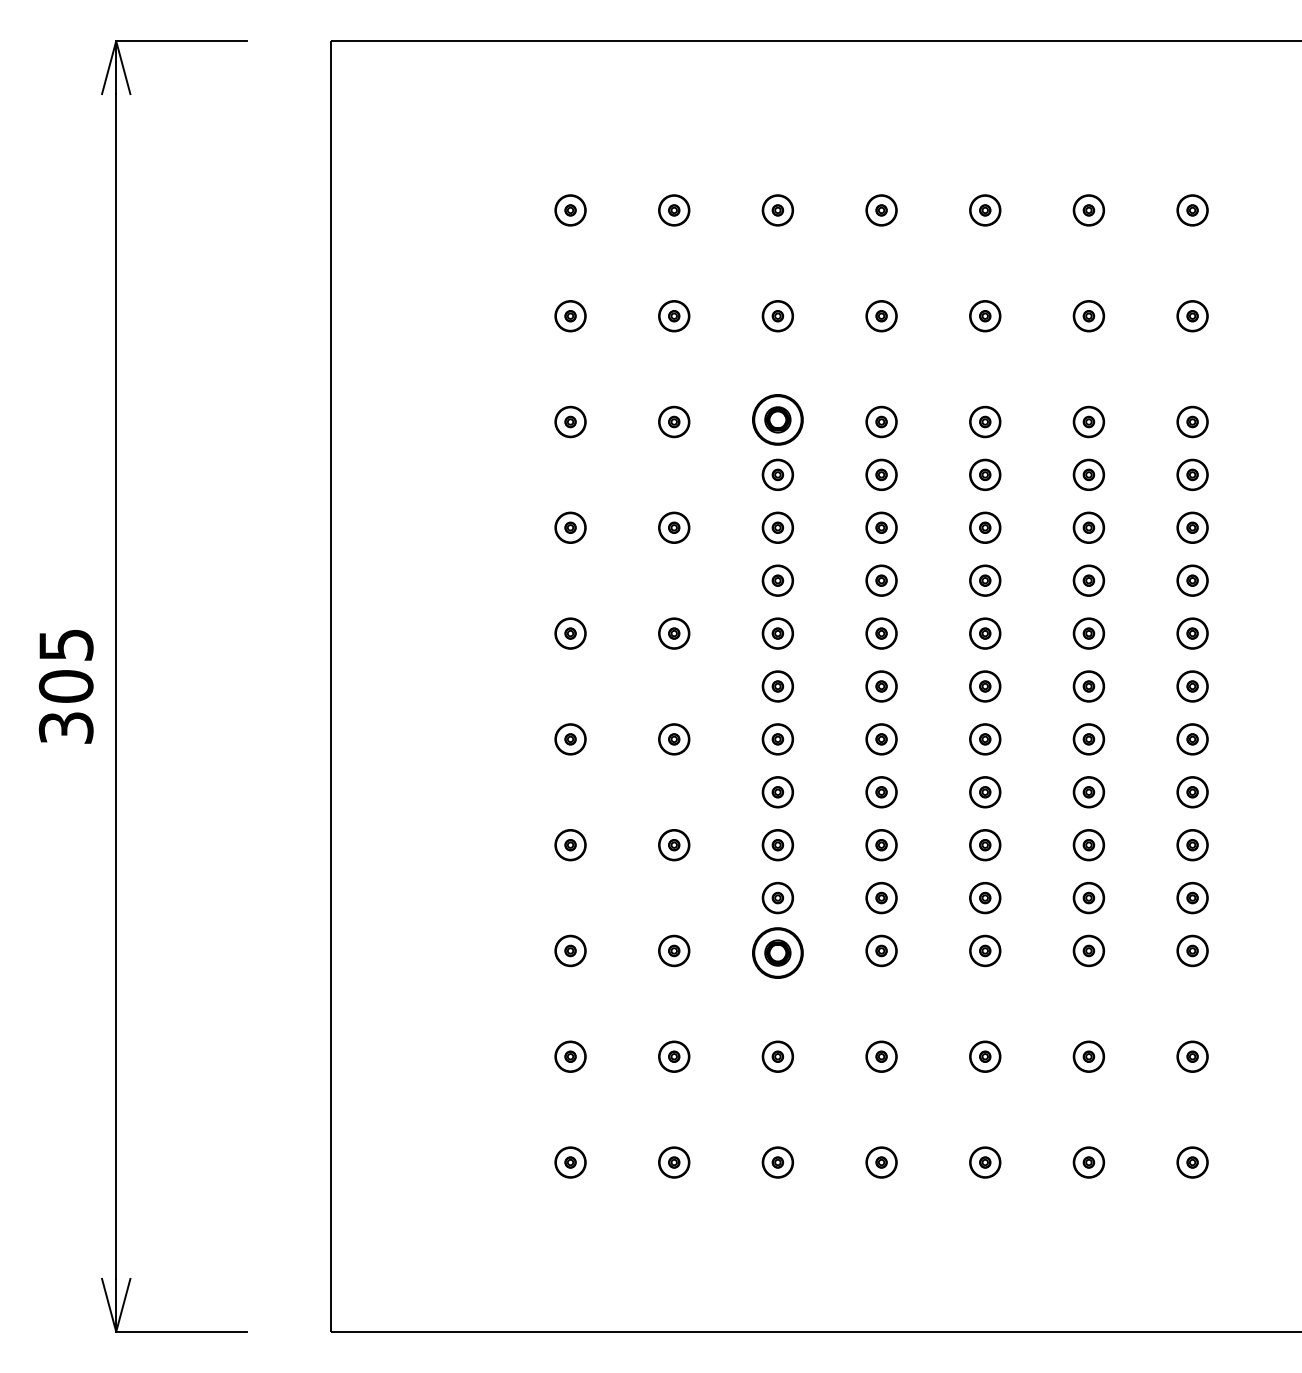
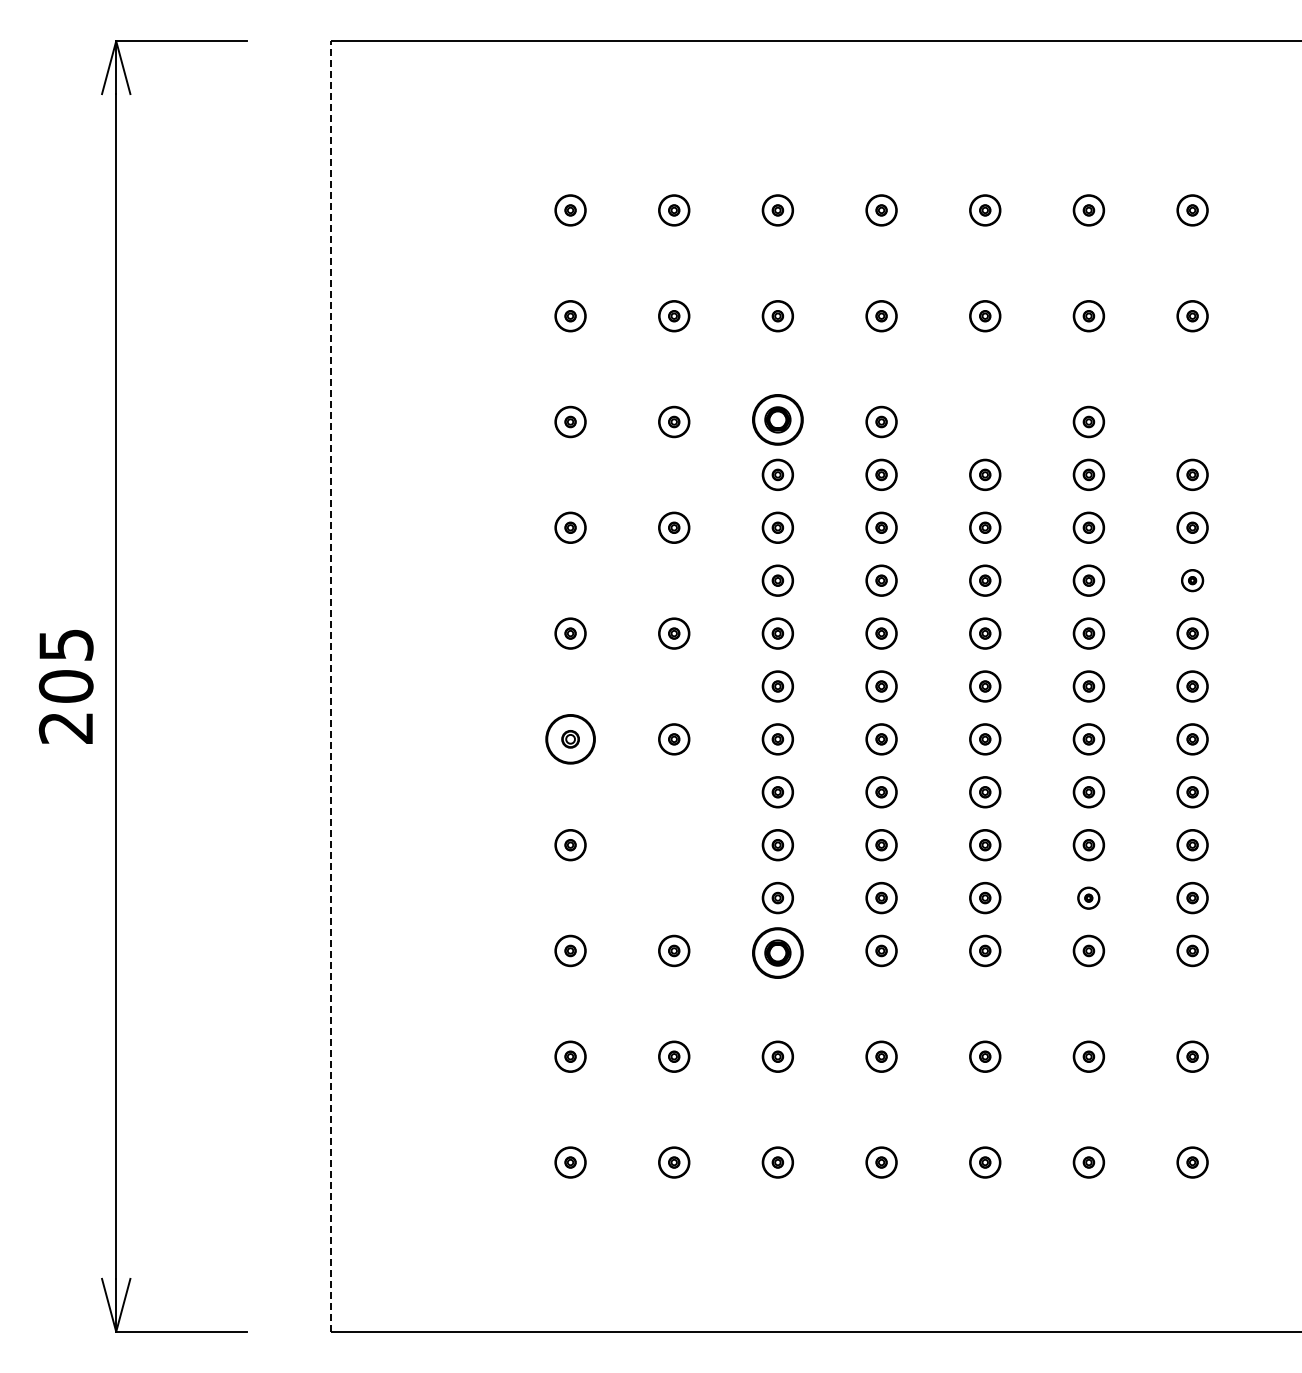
part at (985, 421): present -> none
part at (1192, 421): present -> none
part at (1192, 580) size: 33x33 px -> 24x24 px
line at (331, 686): solid -> dashed
text at (66, 727): 305 -> 205
part at (570, 739) size: 33x33 px -> 51x51 px
part at (674, 845): present -> none
part at (1088, 898) size: 33x33 px -> 24x24 px
